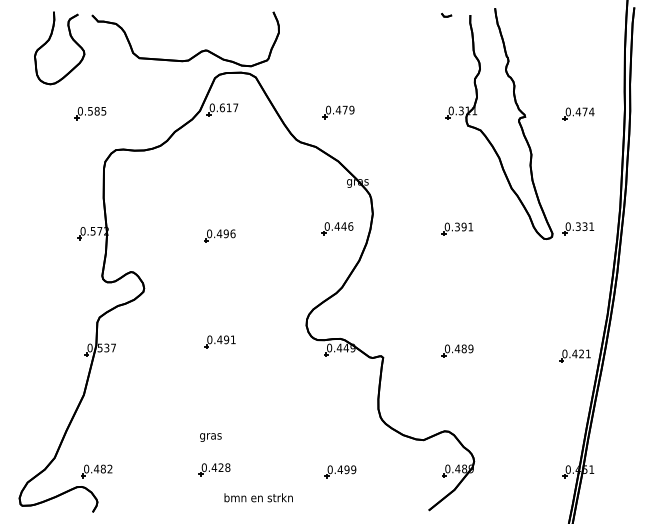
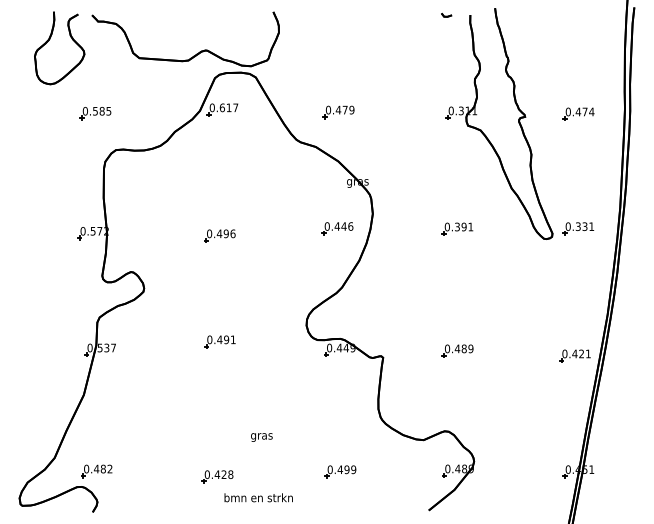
part at (90, 113) position: (90, 113) -> (95, 113)
text at (210, 437) position: (210, 437) -> (261, 437)
part at (214, 469) position: (214, 469) -> (217, 476)
